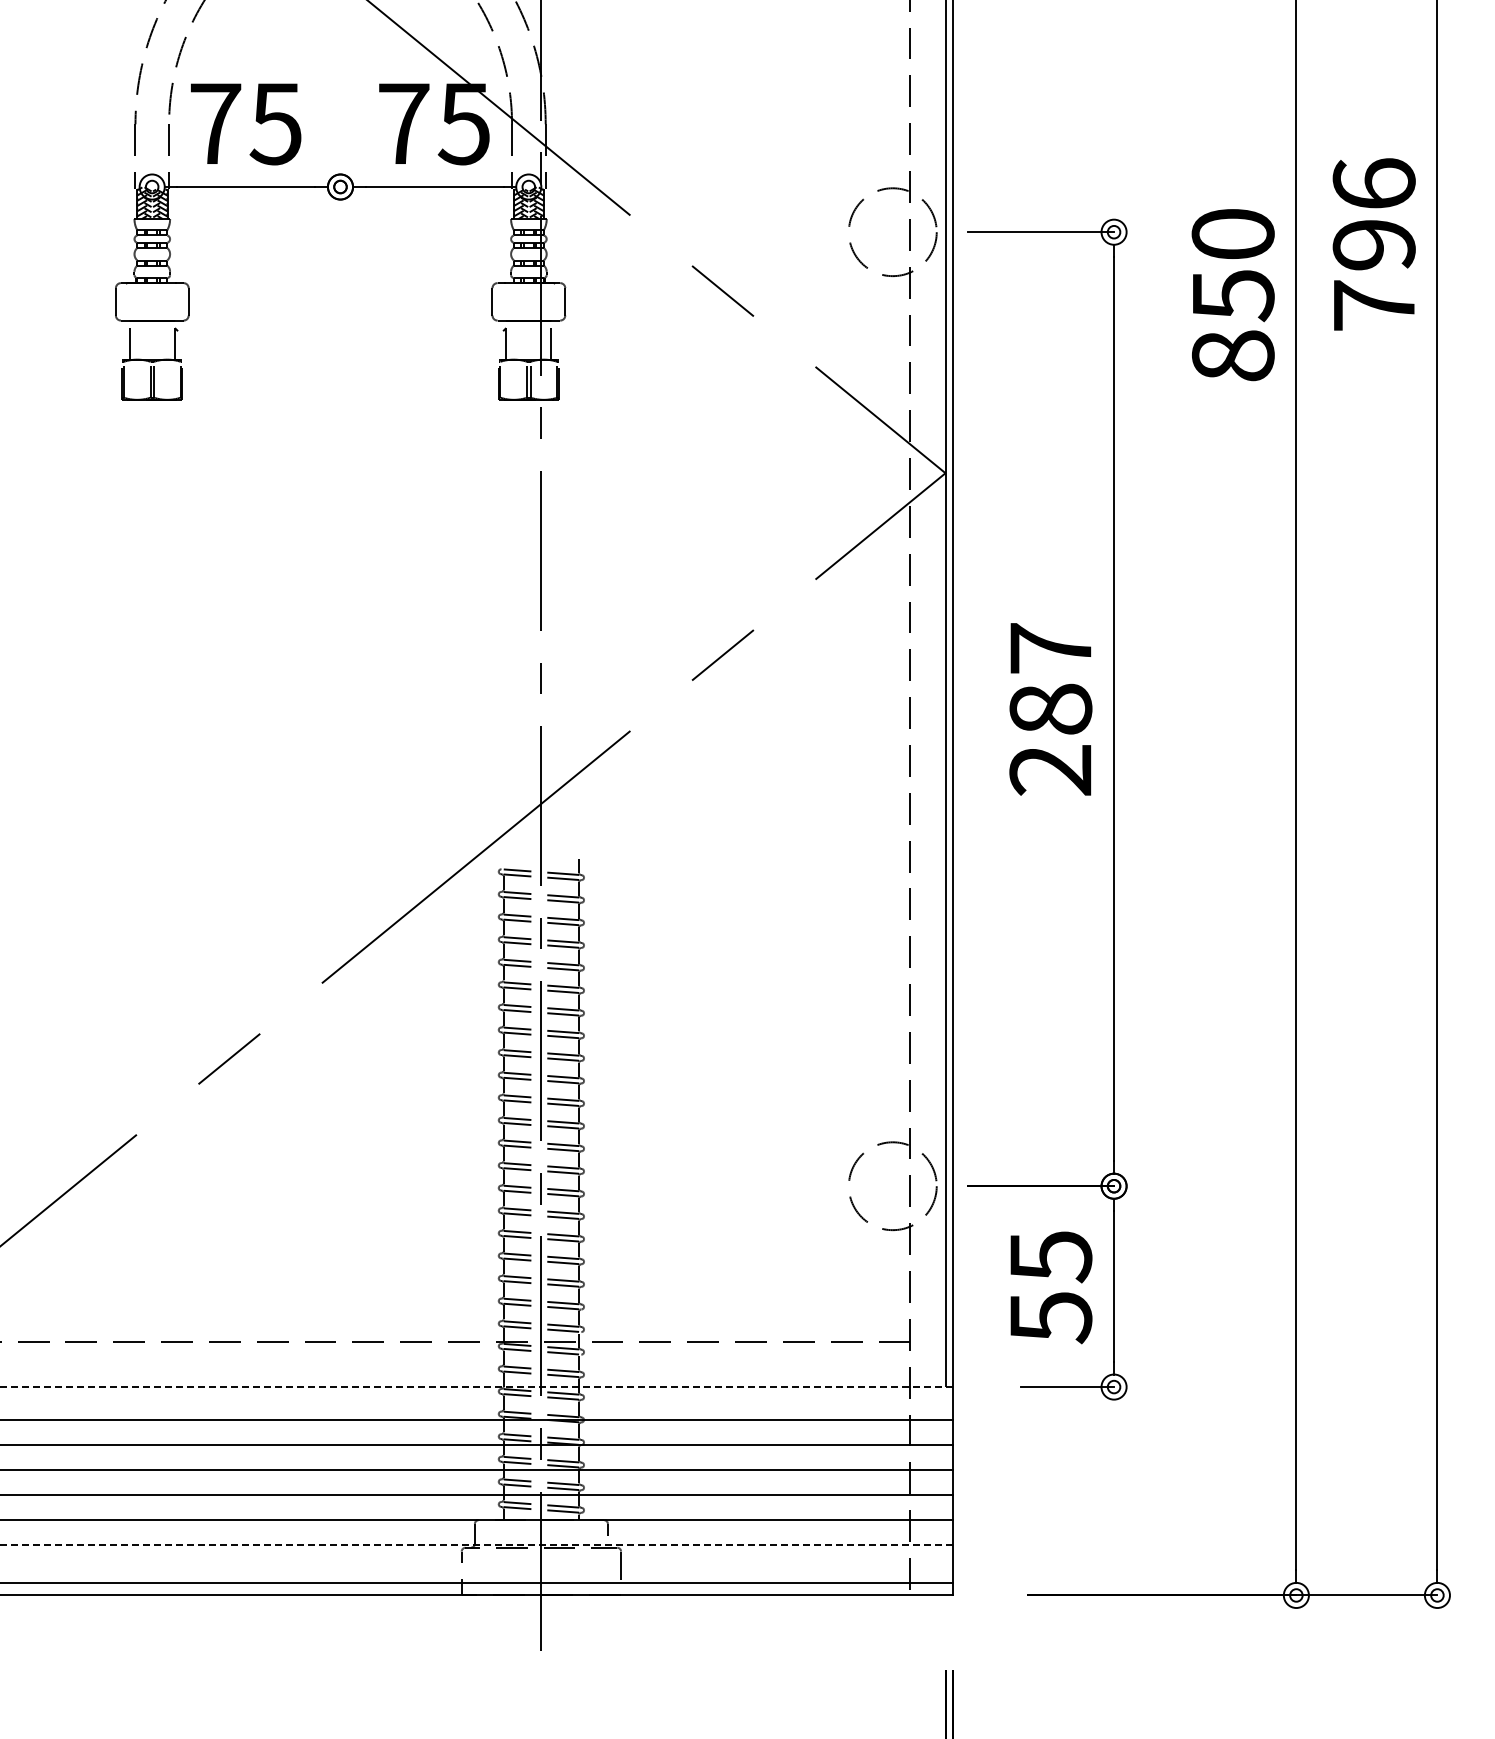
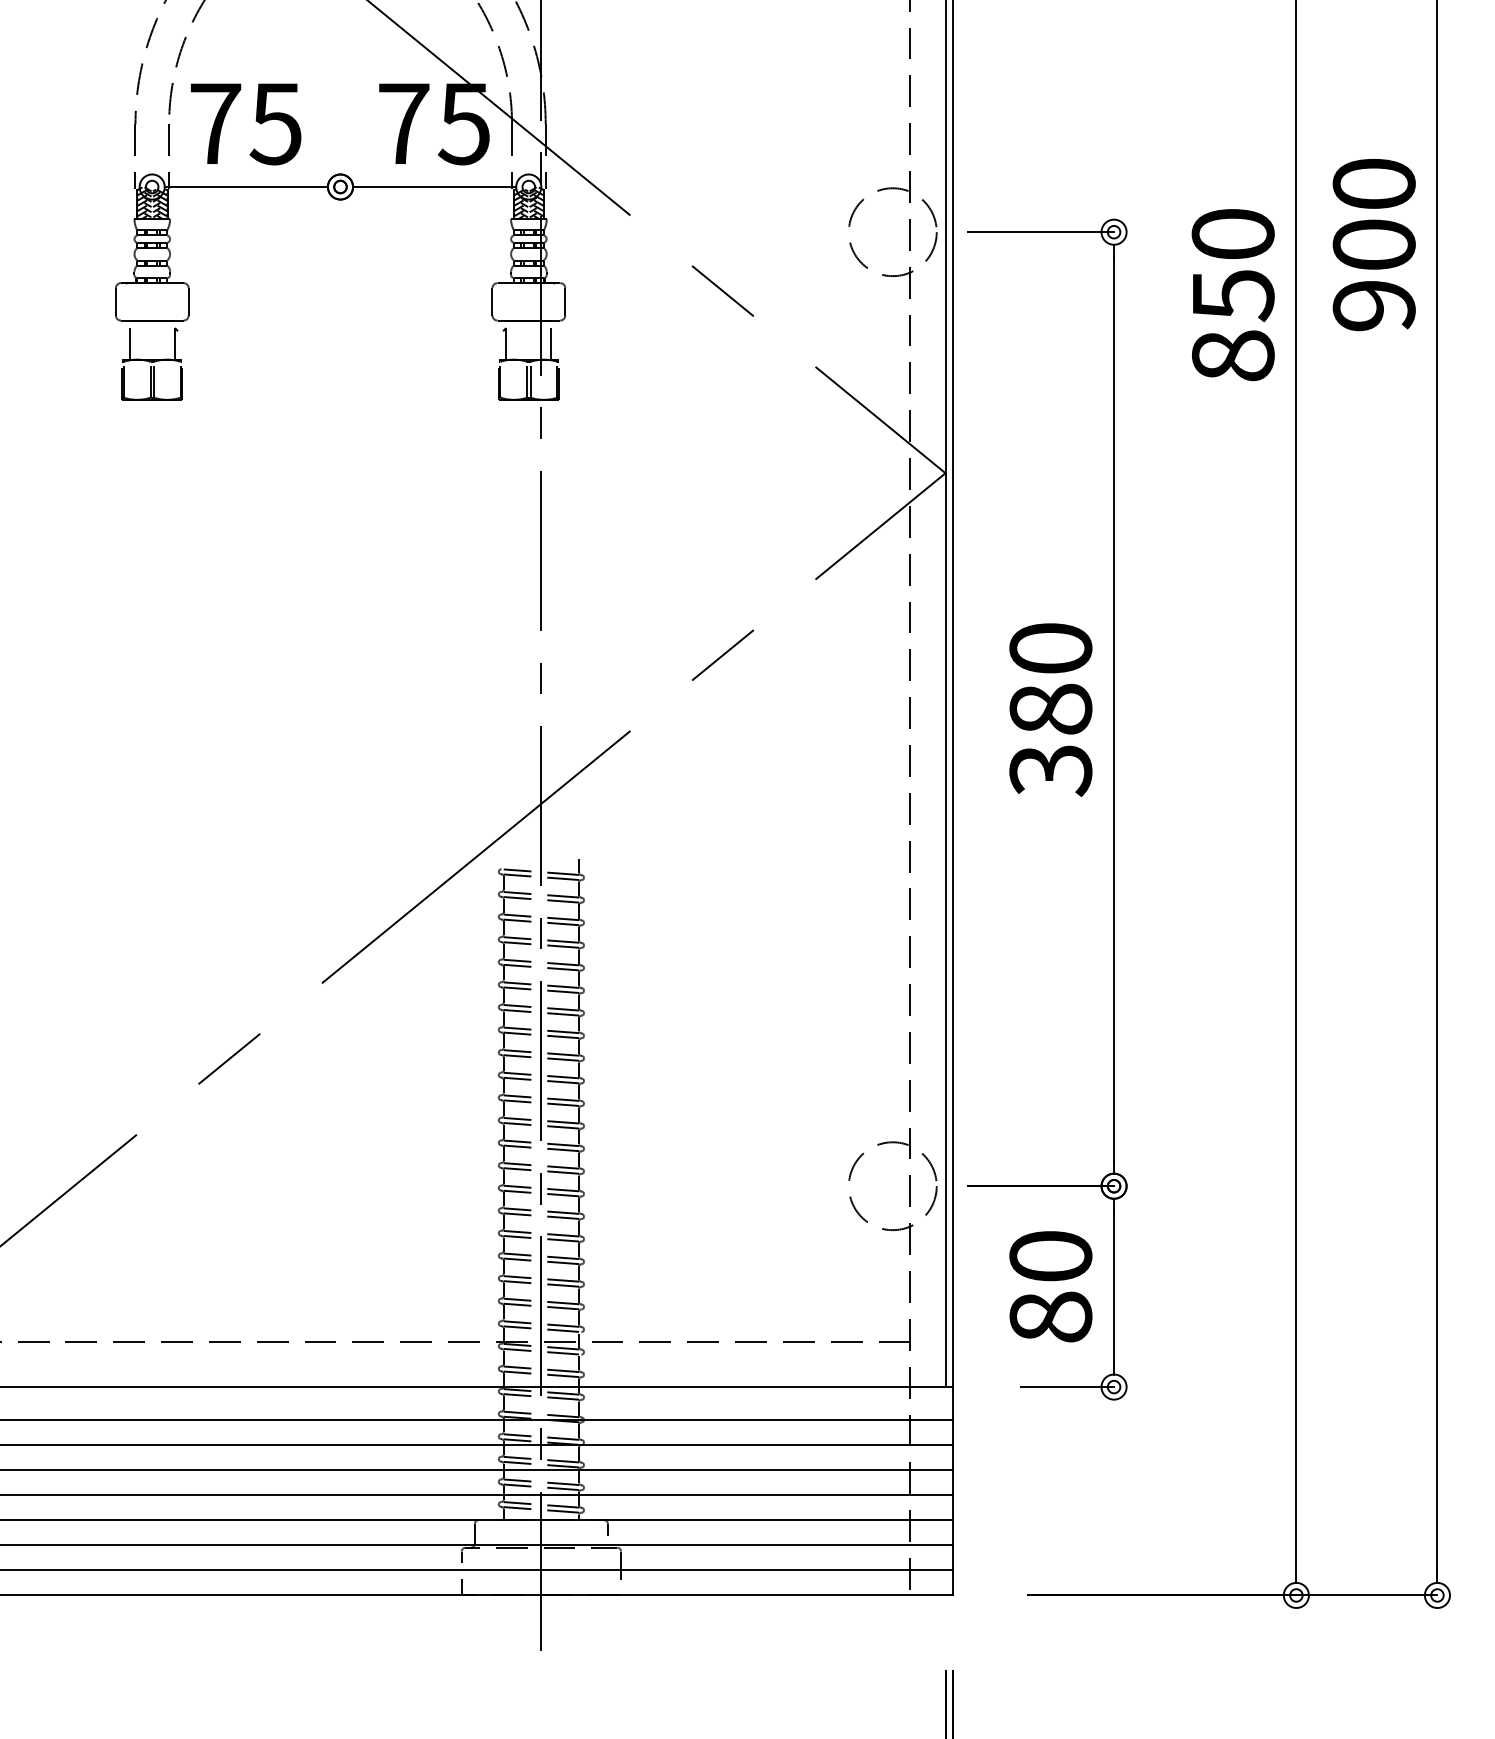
text at (1373, 244): 796 -> 900
text at (1050, 710): 287 -> 380
text at (1050, 1287): 55 -> 80
line at (476, 1387): dashed -> solid
line at (476, 1545): dashed -> solid
line at (477, 1583) position: (477, 1583) -> (477, 1570)
